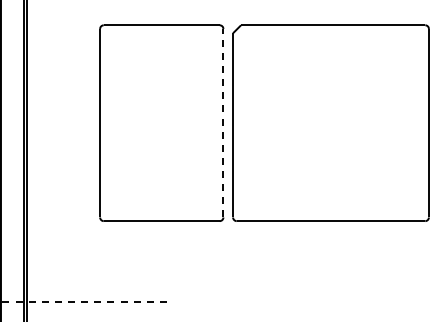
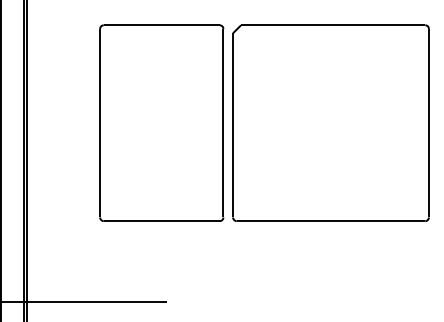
line at (223, 122): dashed -> solid
line at (83, 301): dashed -> solid
